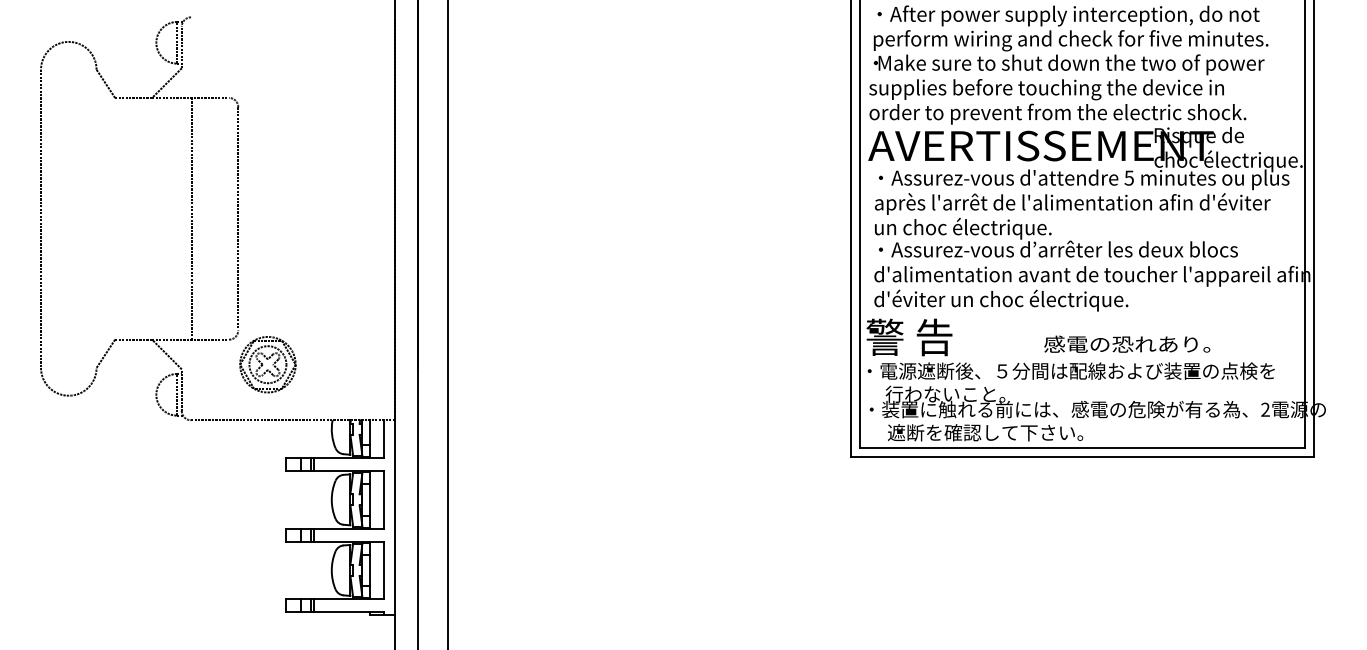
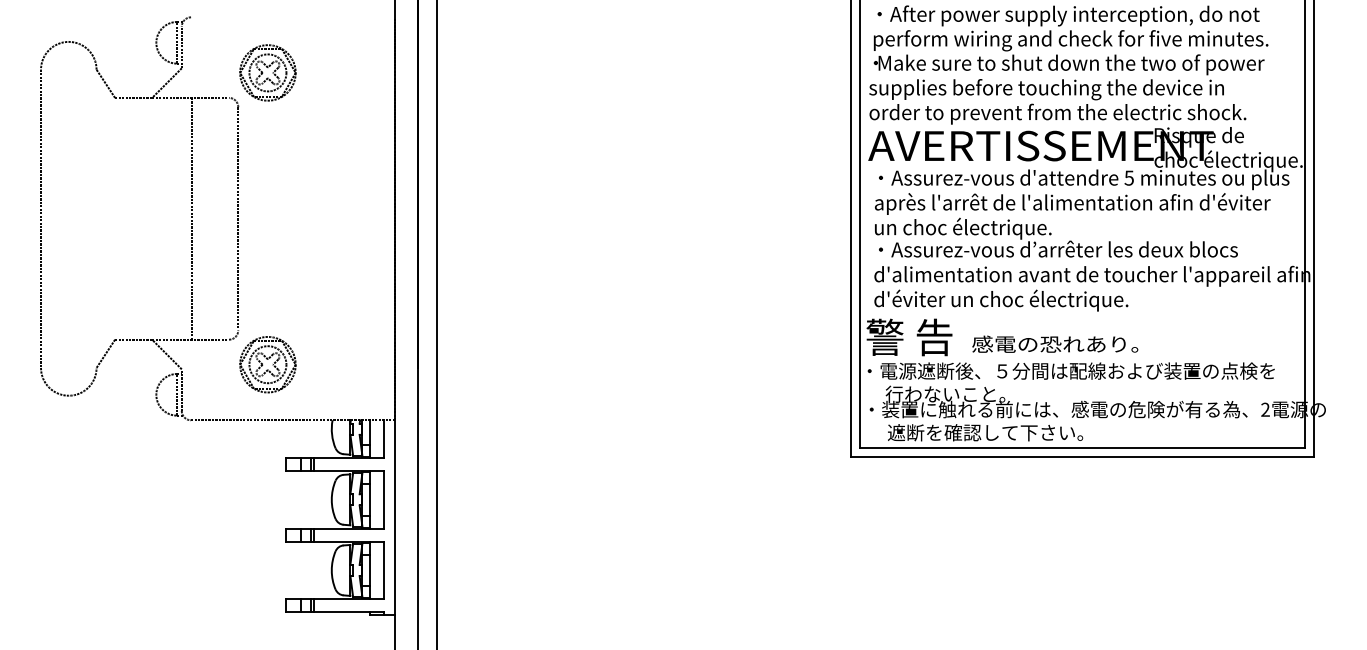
part at (267, 72): none -> present
line at (447, 324) position: (447, 324) -> (436, 324)
text at (1127, 343) position: (1127, 343) -> (1055, 343)
